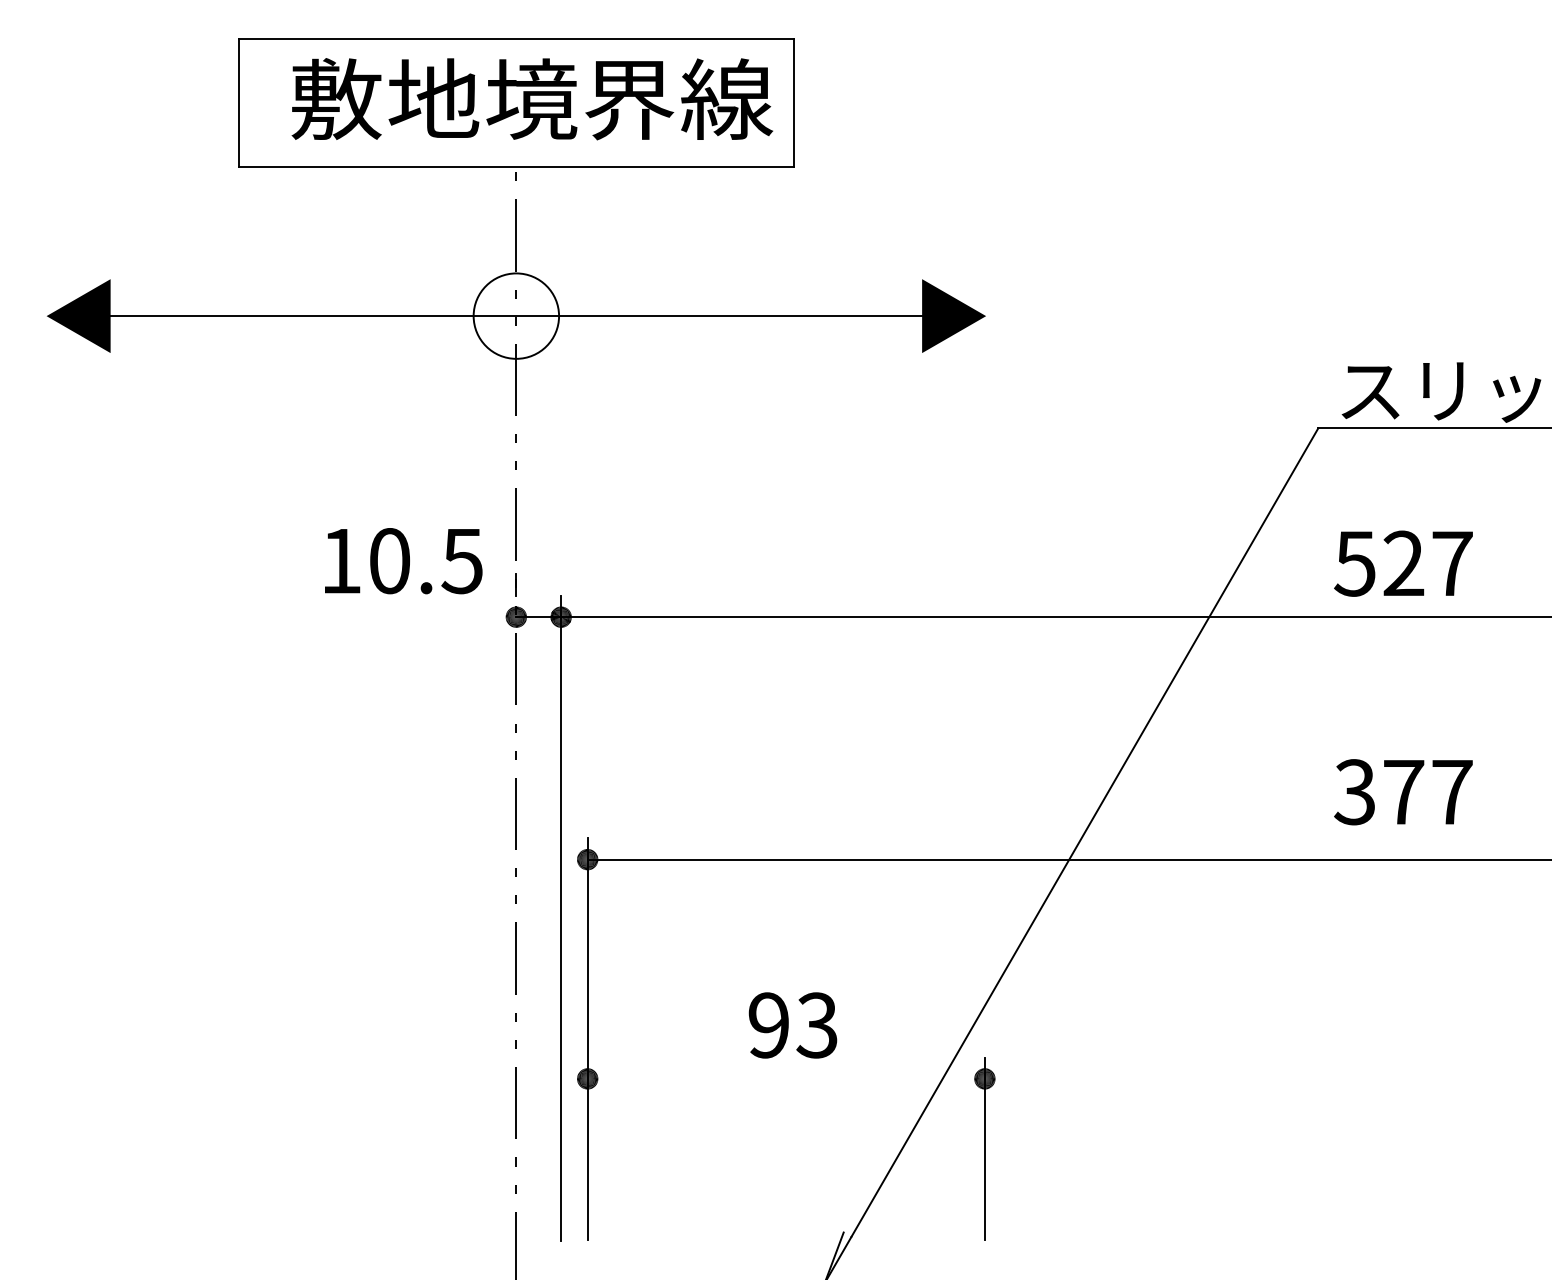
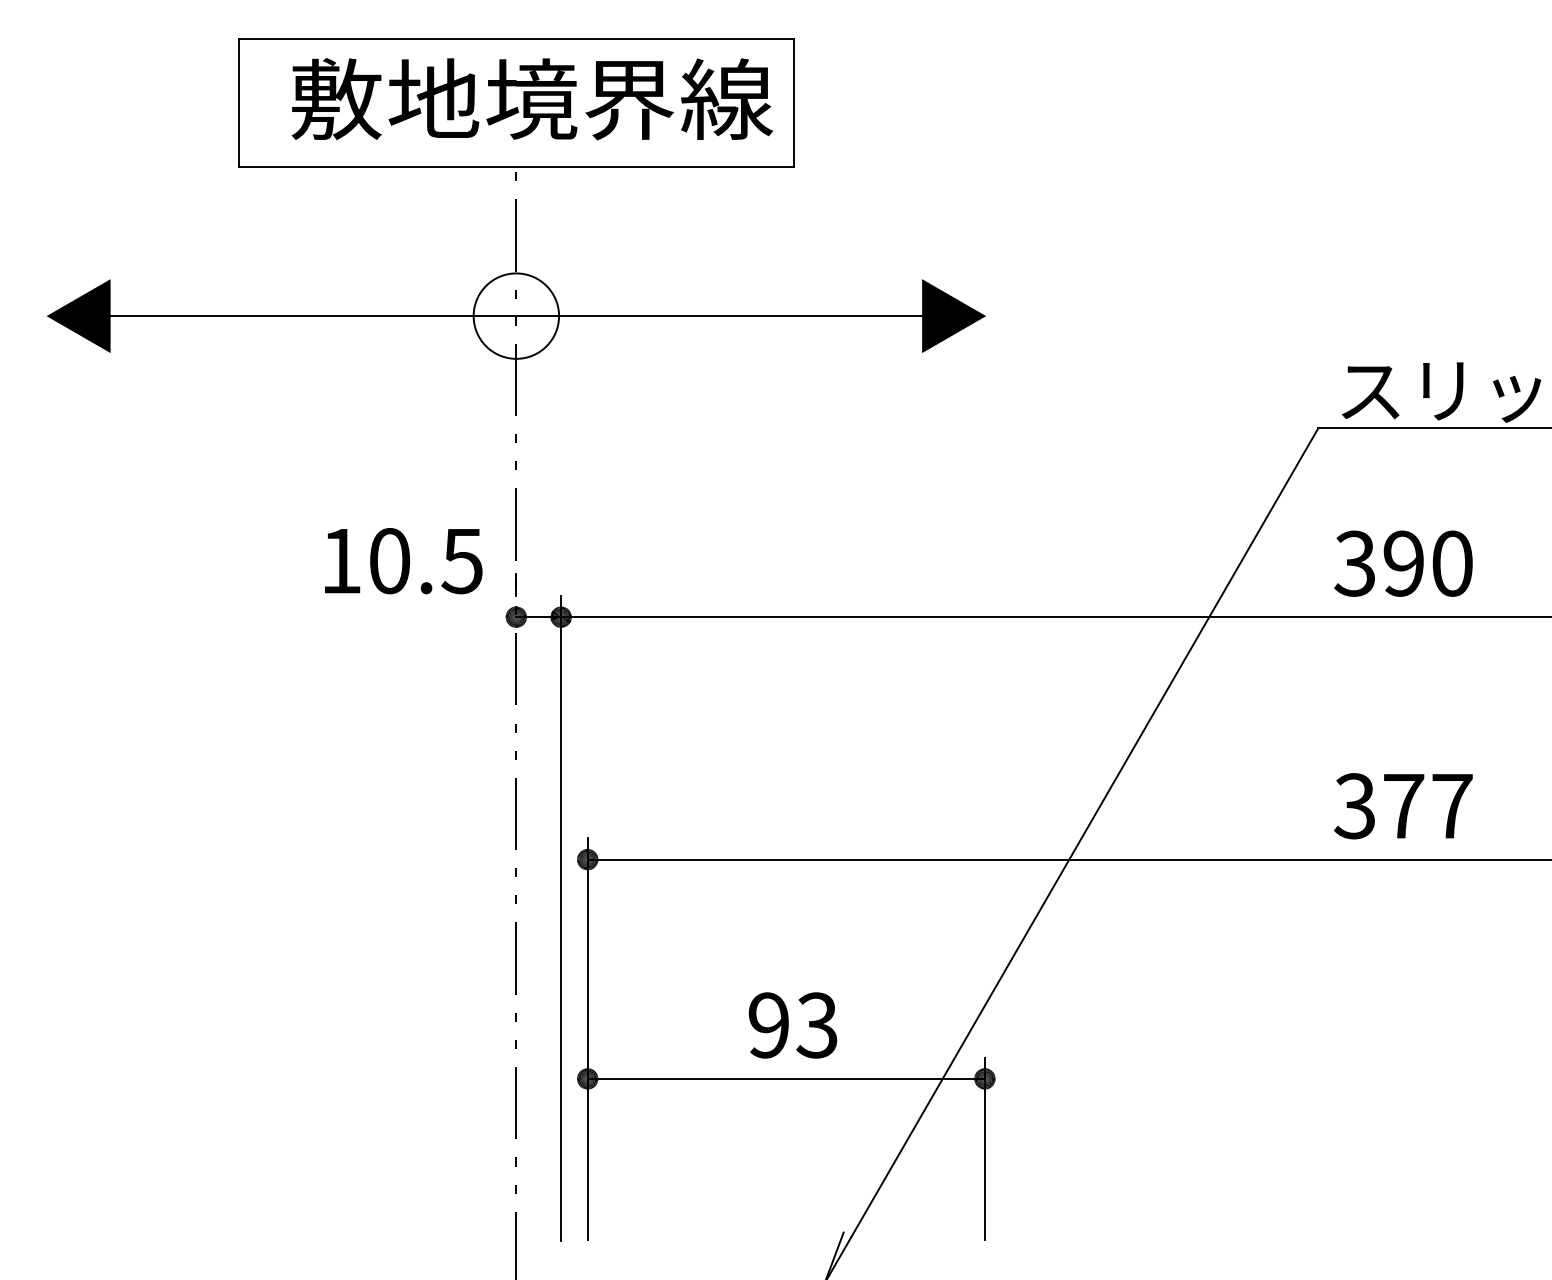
text at (1403, 563): 527 -> 390
text at (1403, 792) position: (1403, 792) -> (1403, 806)
line at (785, 1078): none -> present
